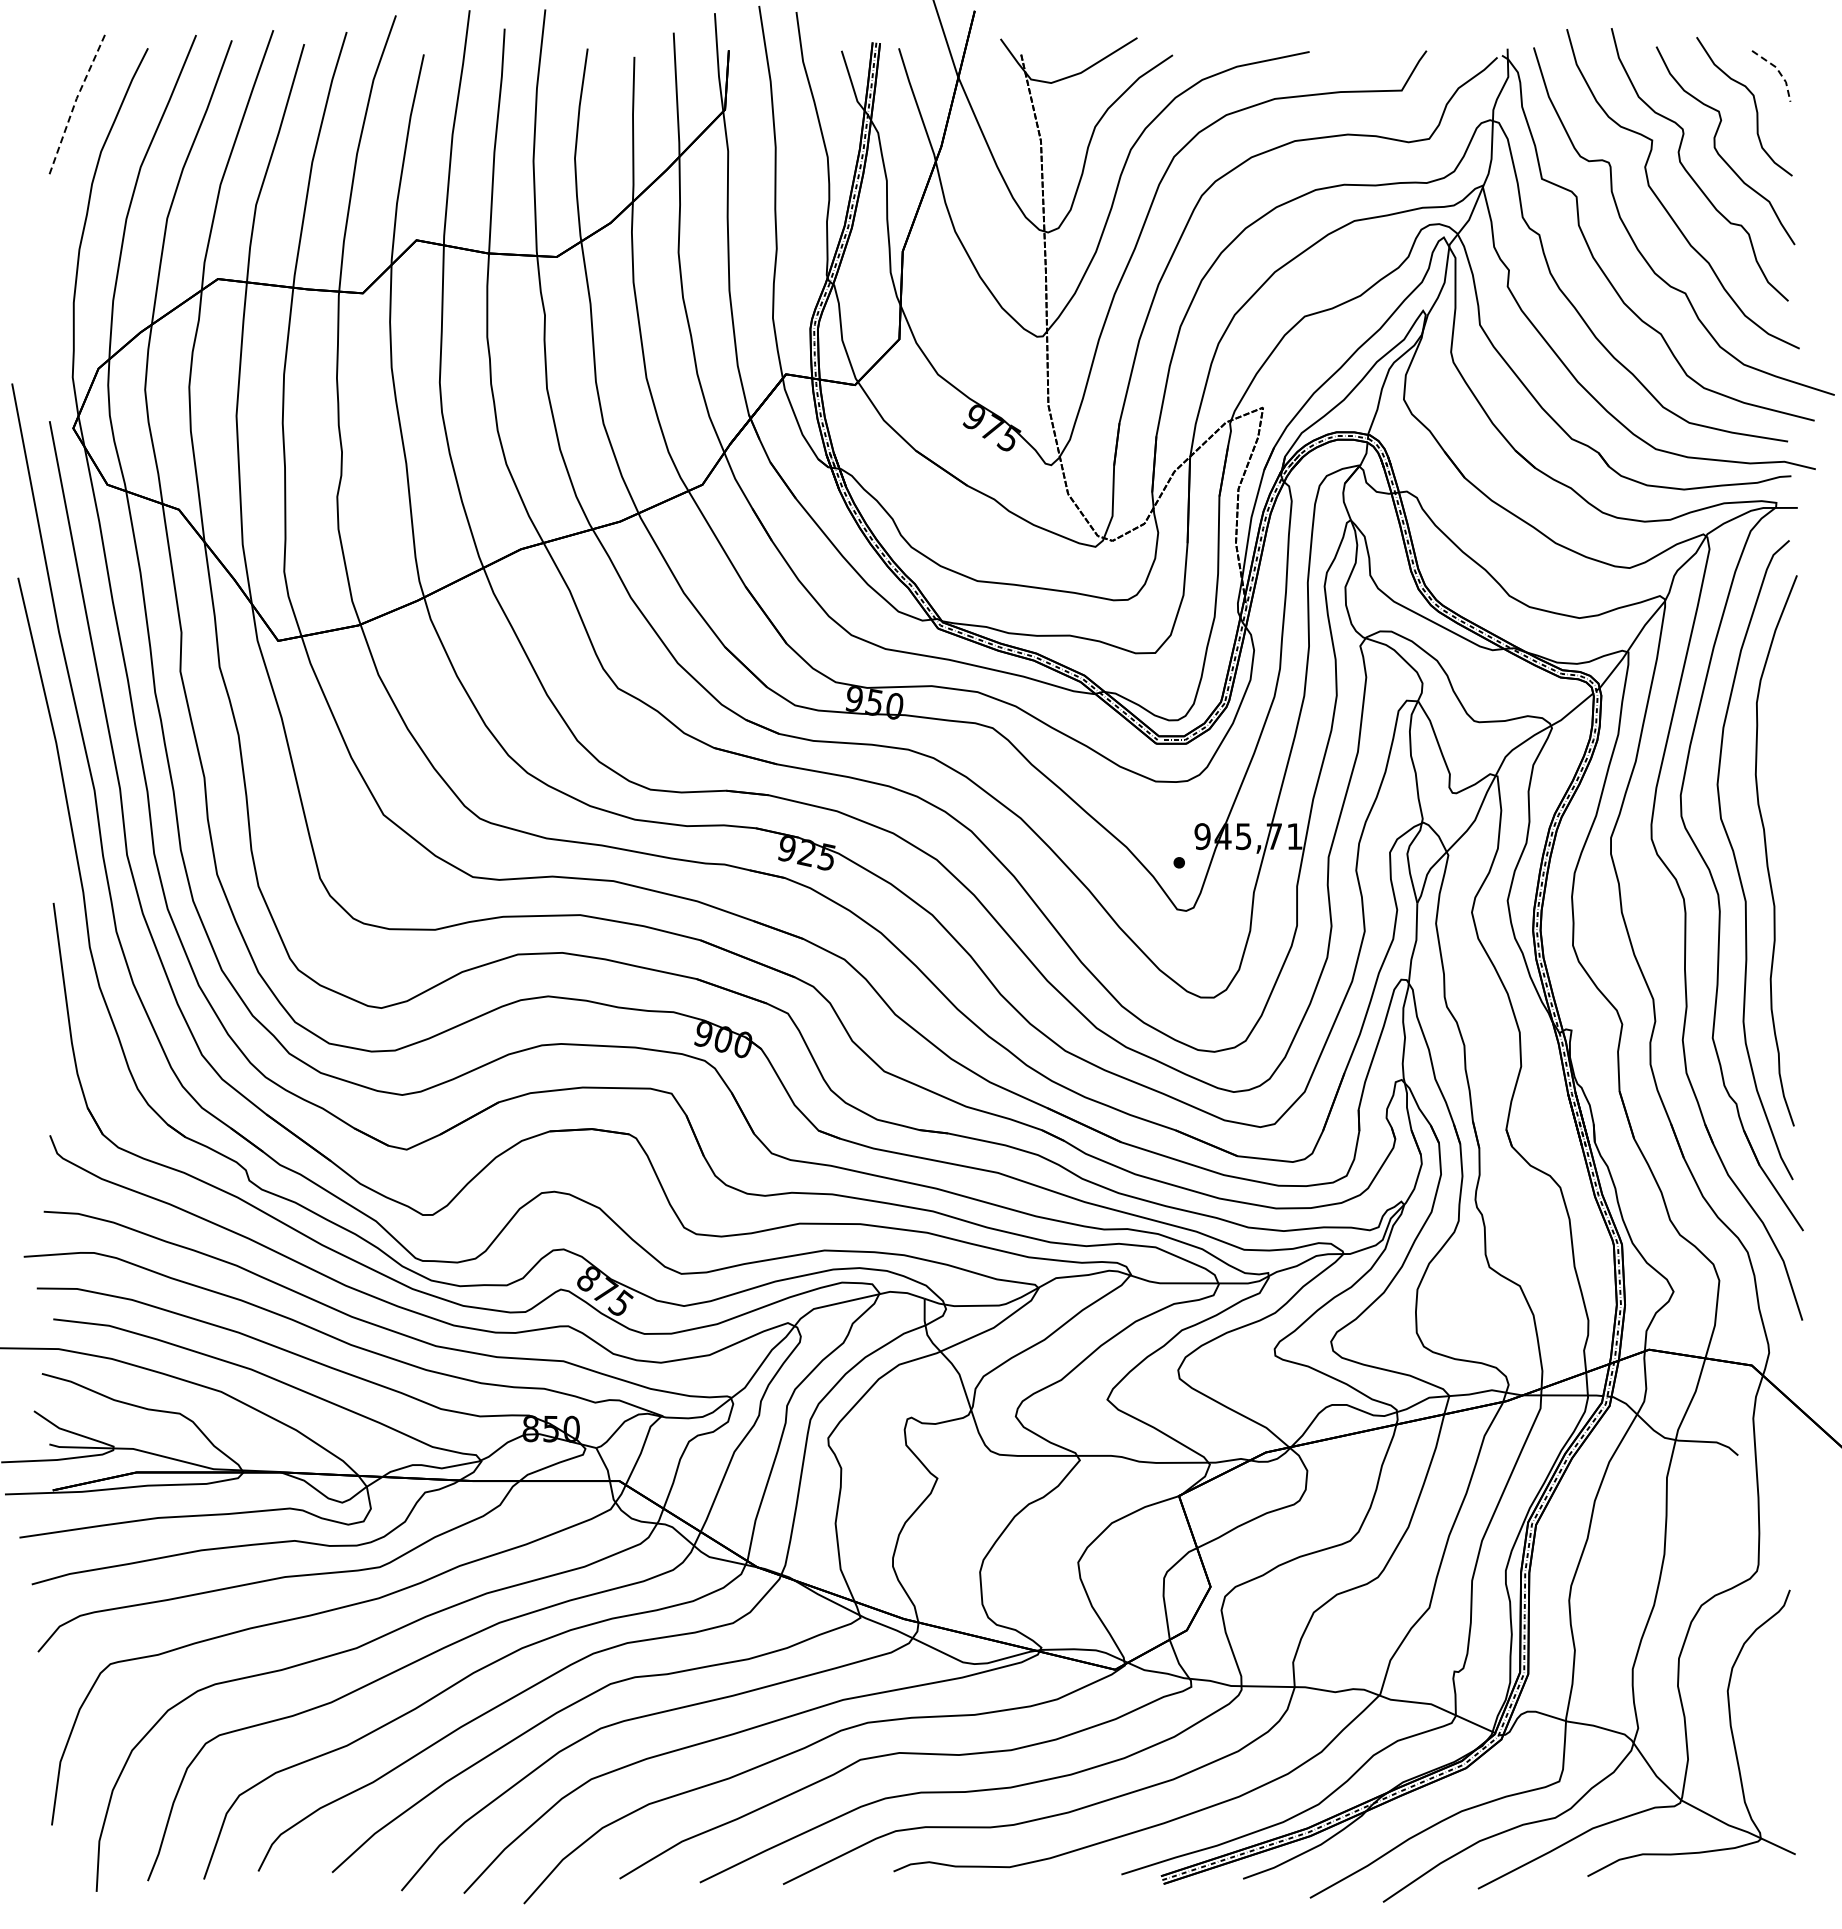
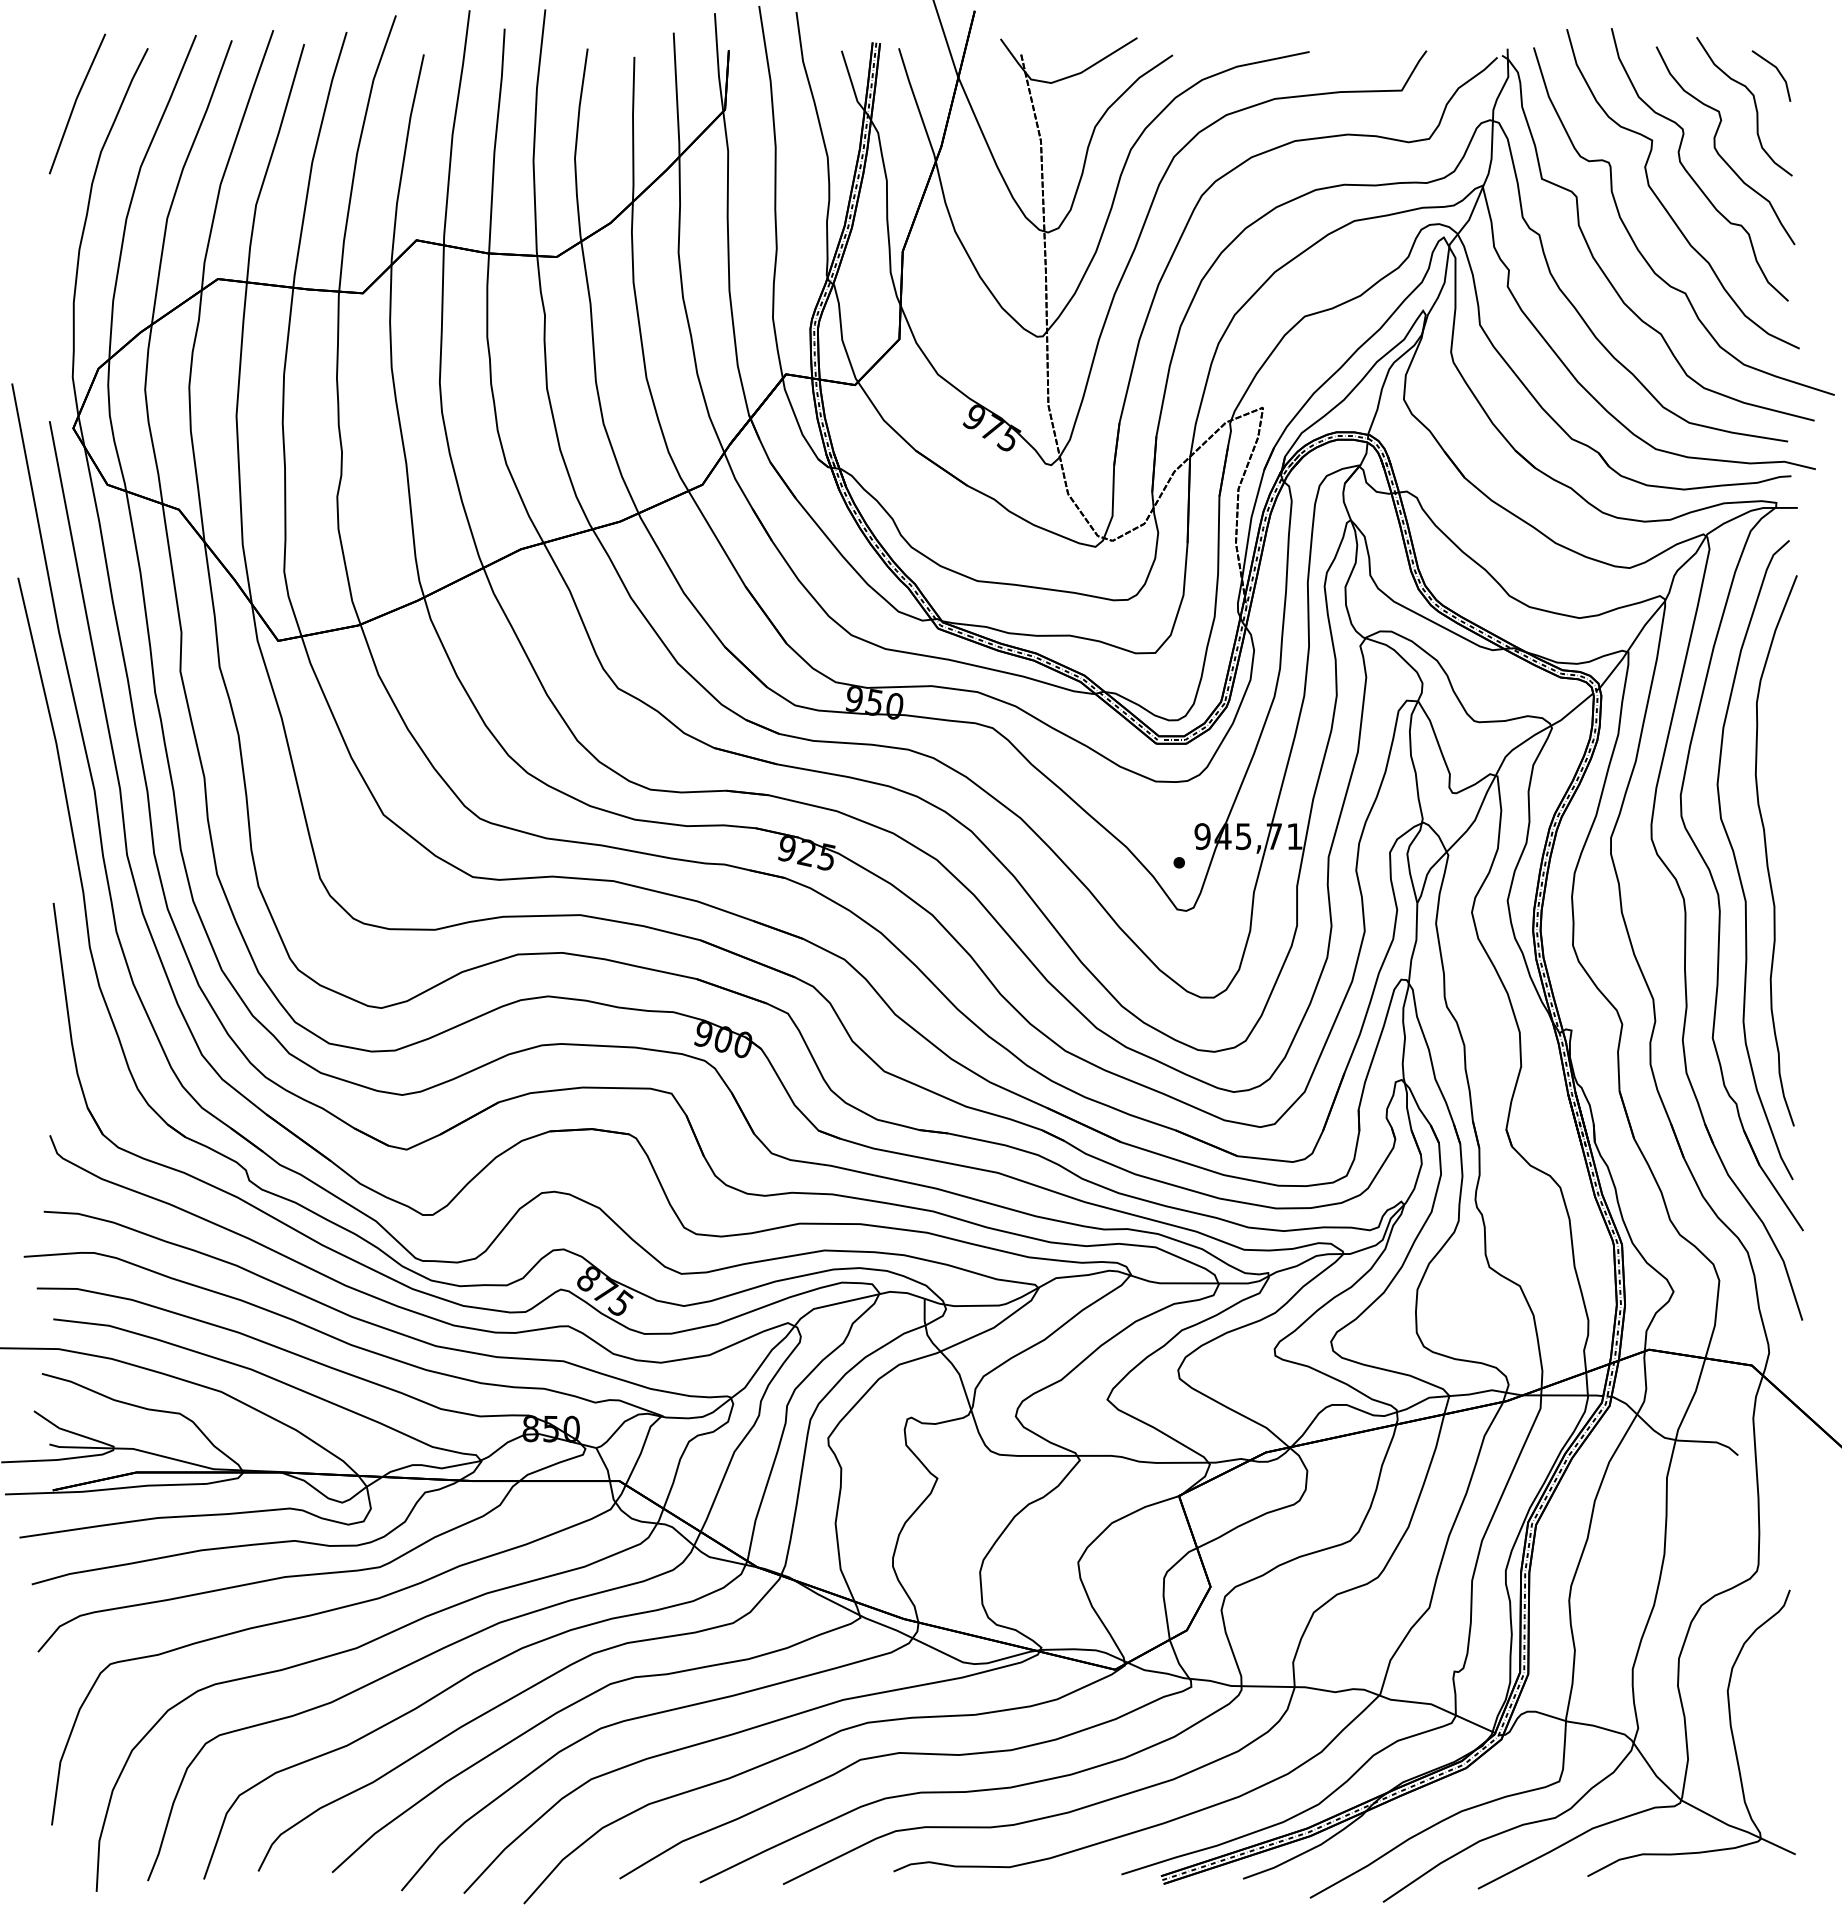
line at (1778, 71): dashed -> solid
line at (75, 102): dashed -> solid
